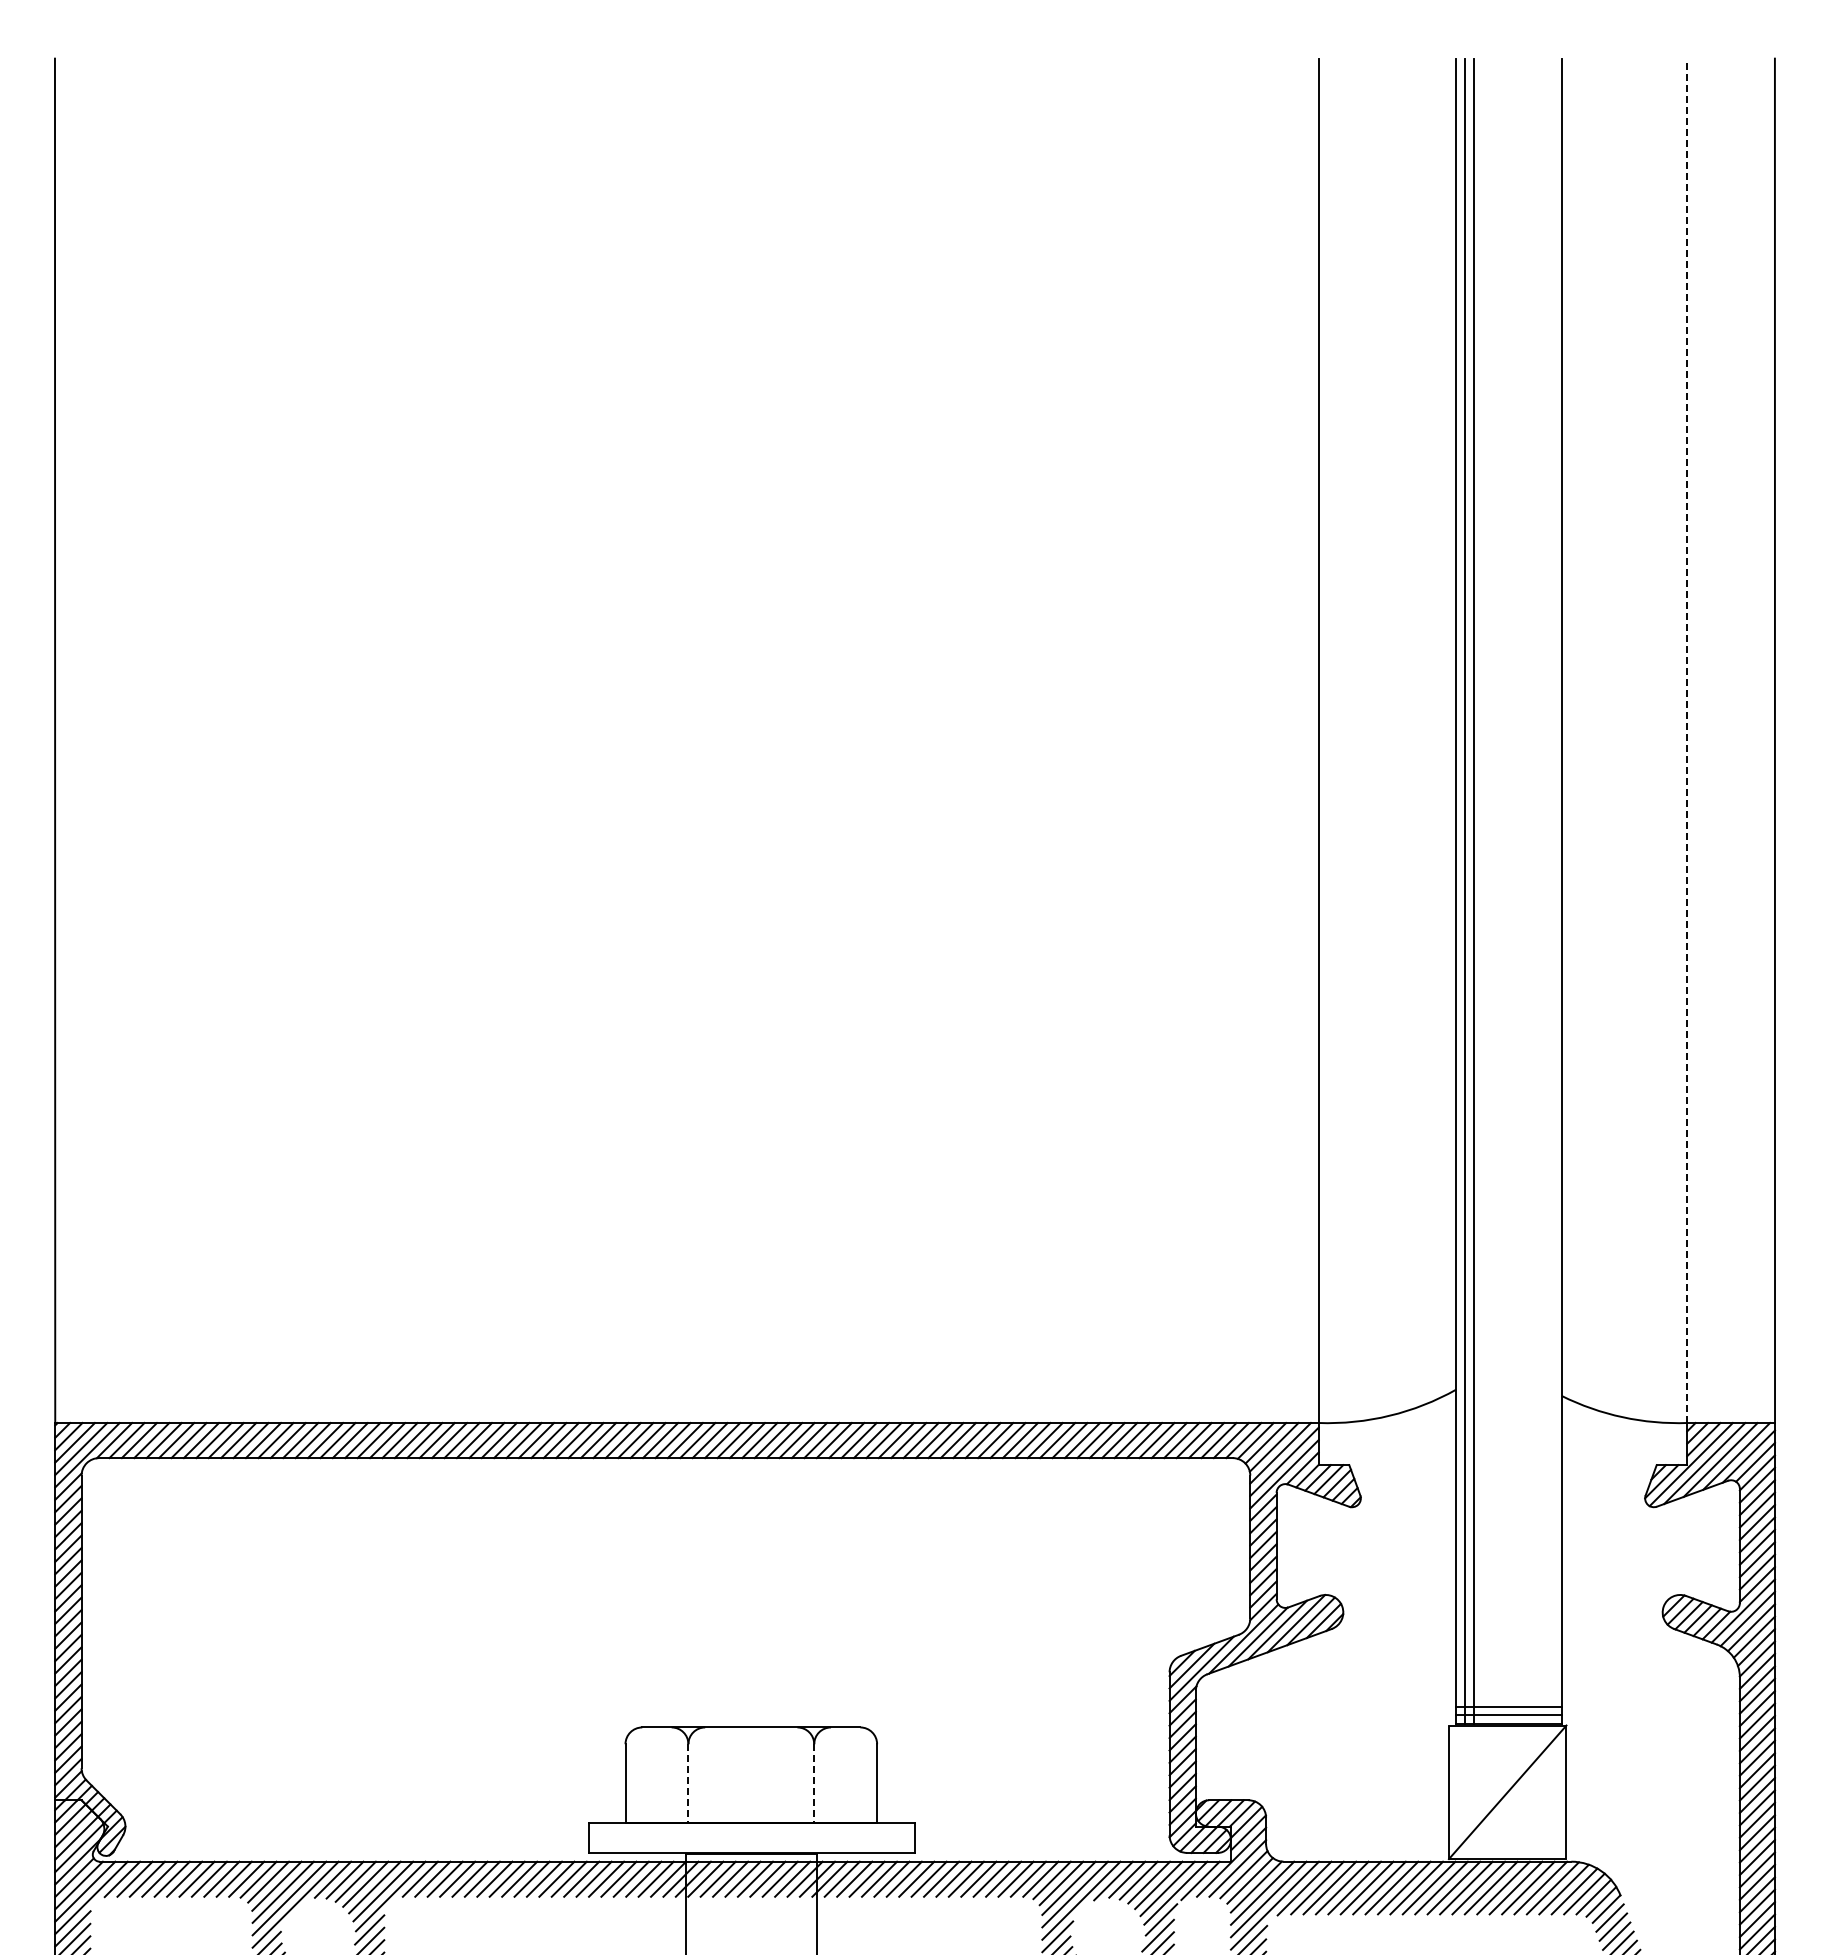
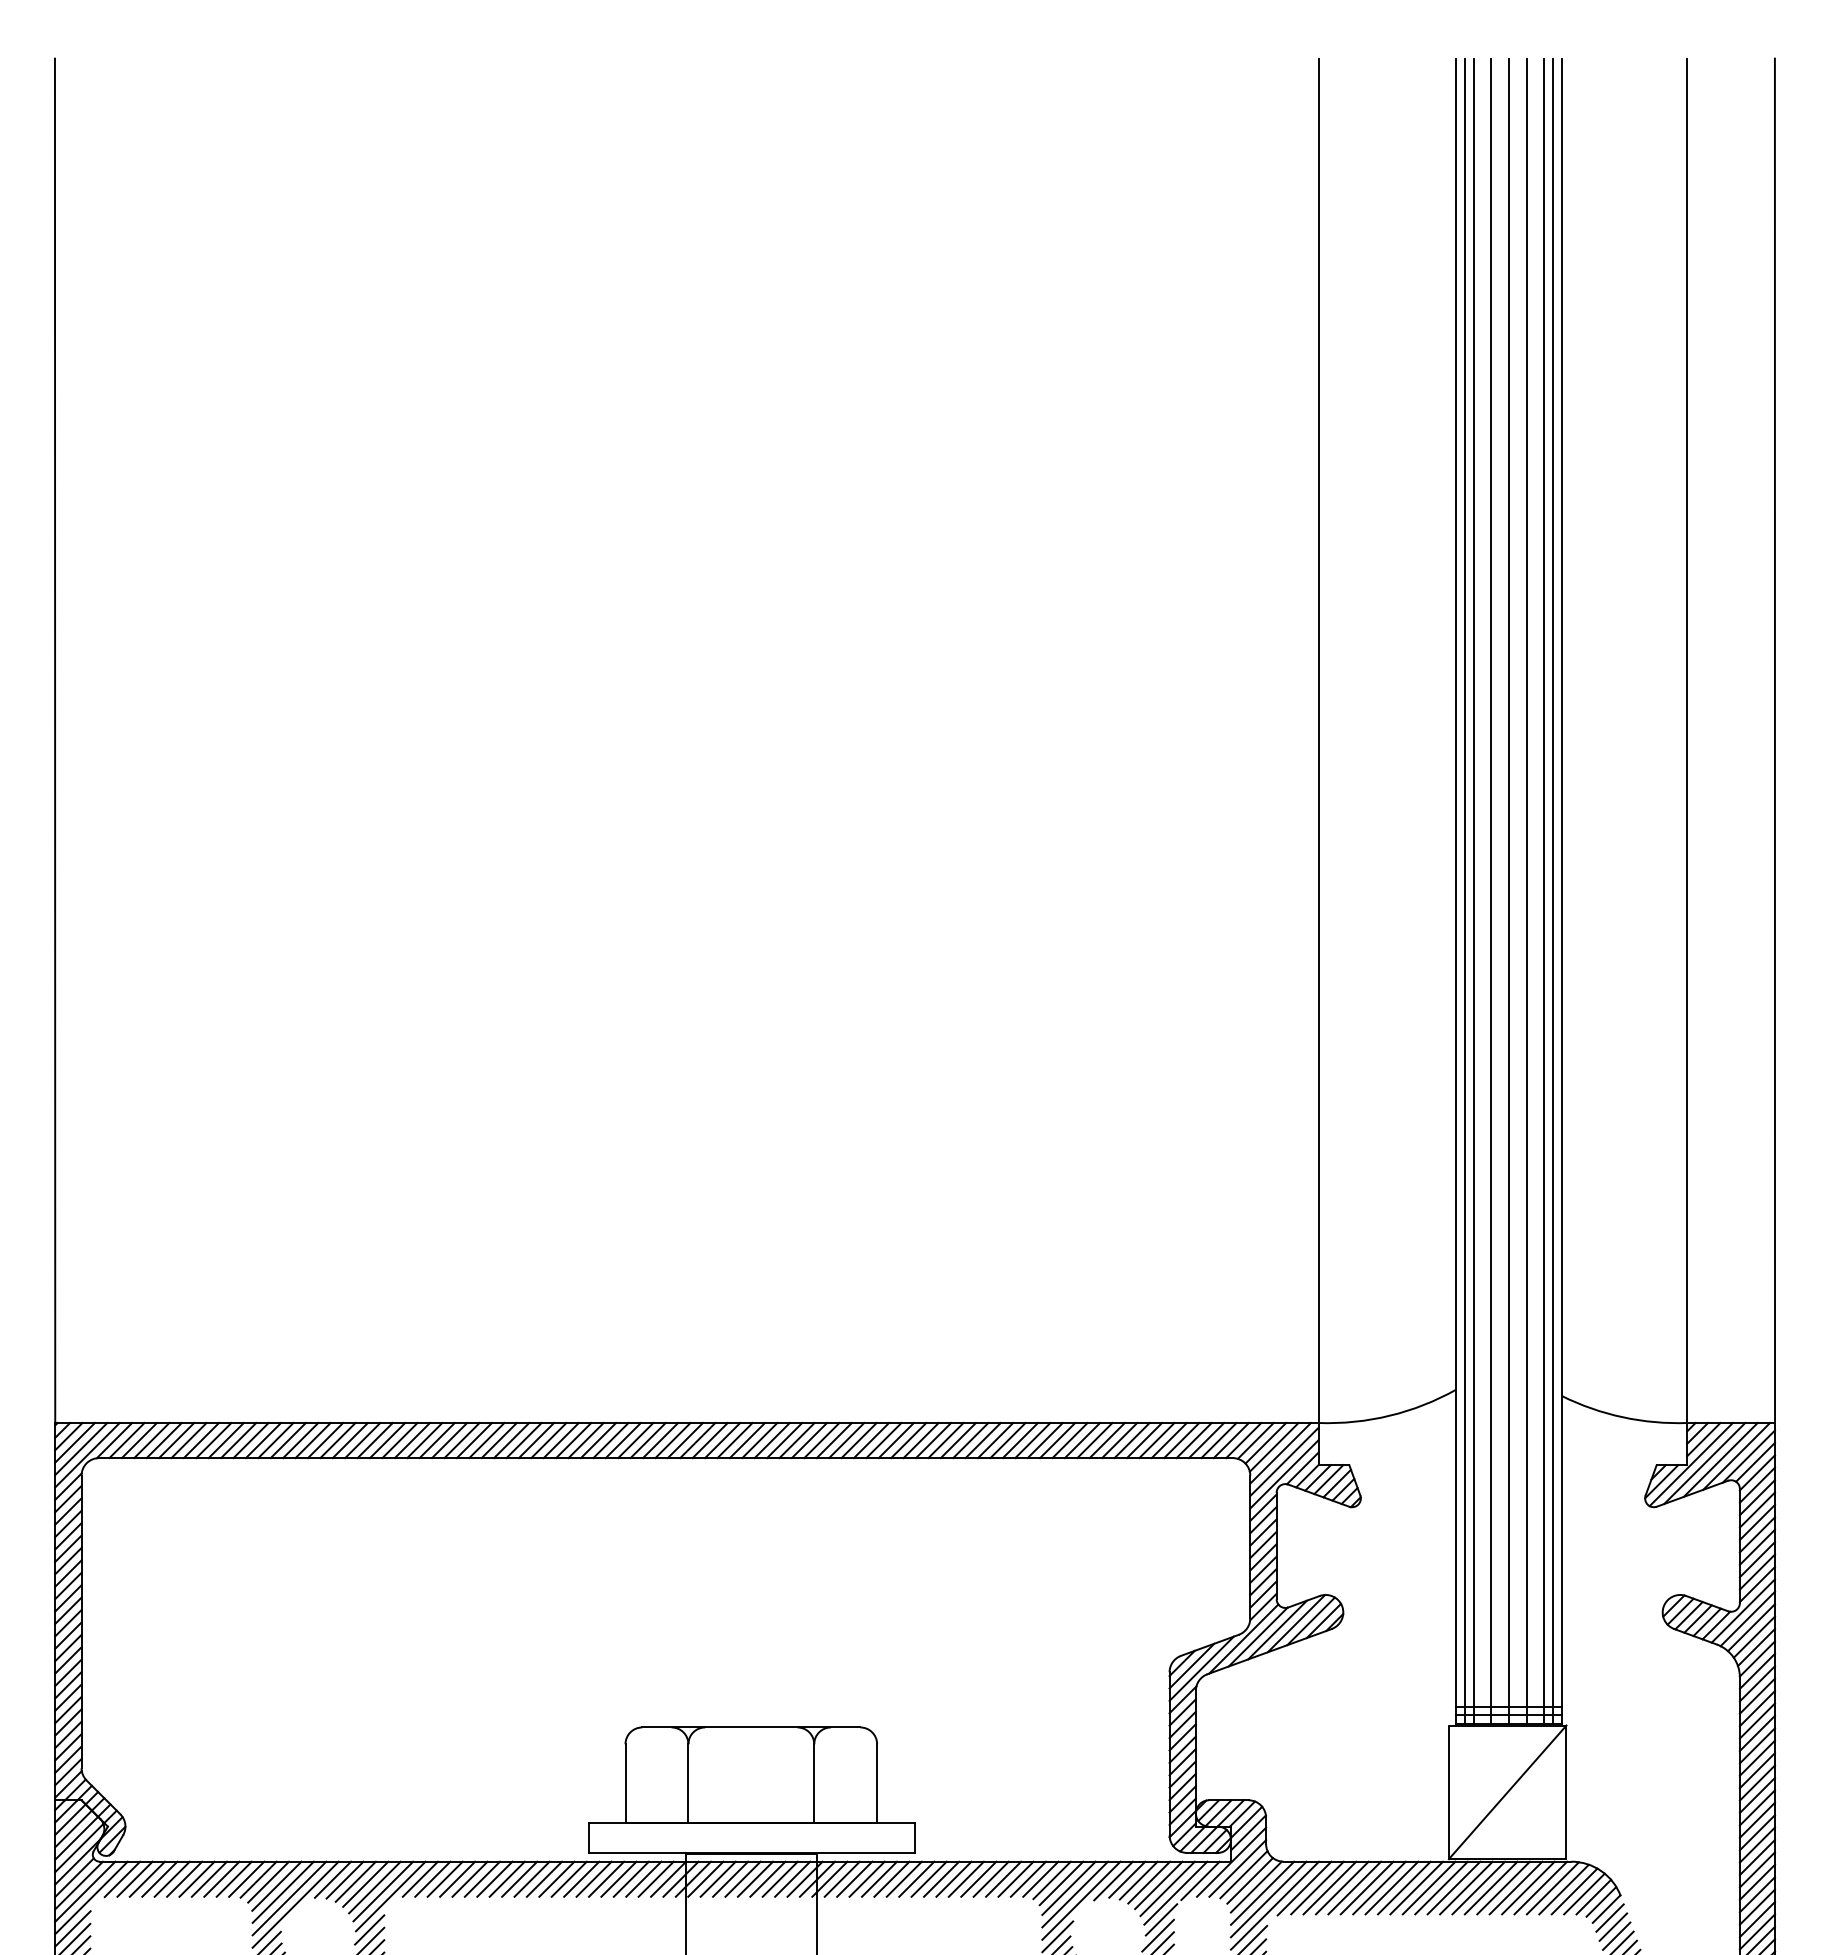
line at (1687, 740): dashed -> solid
line at (1491, 891): none -> present
line at (1508, 891): none -> present
line at (1526, 891): none -> present
line at (1544, 891): none -> present
line at (1552, 891): none -> present
line at (688, 1784): dashed -> solid
line at (814, 1784): dashed -> solid
